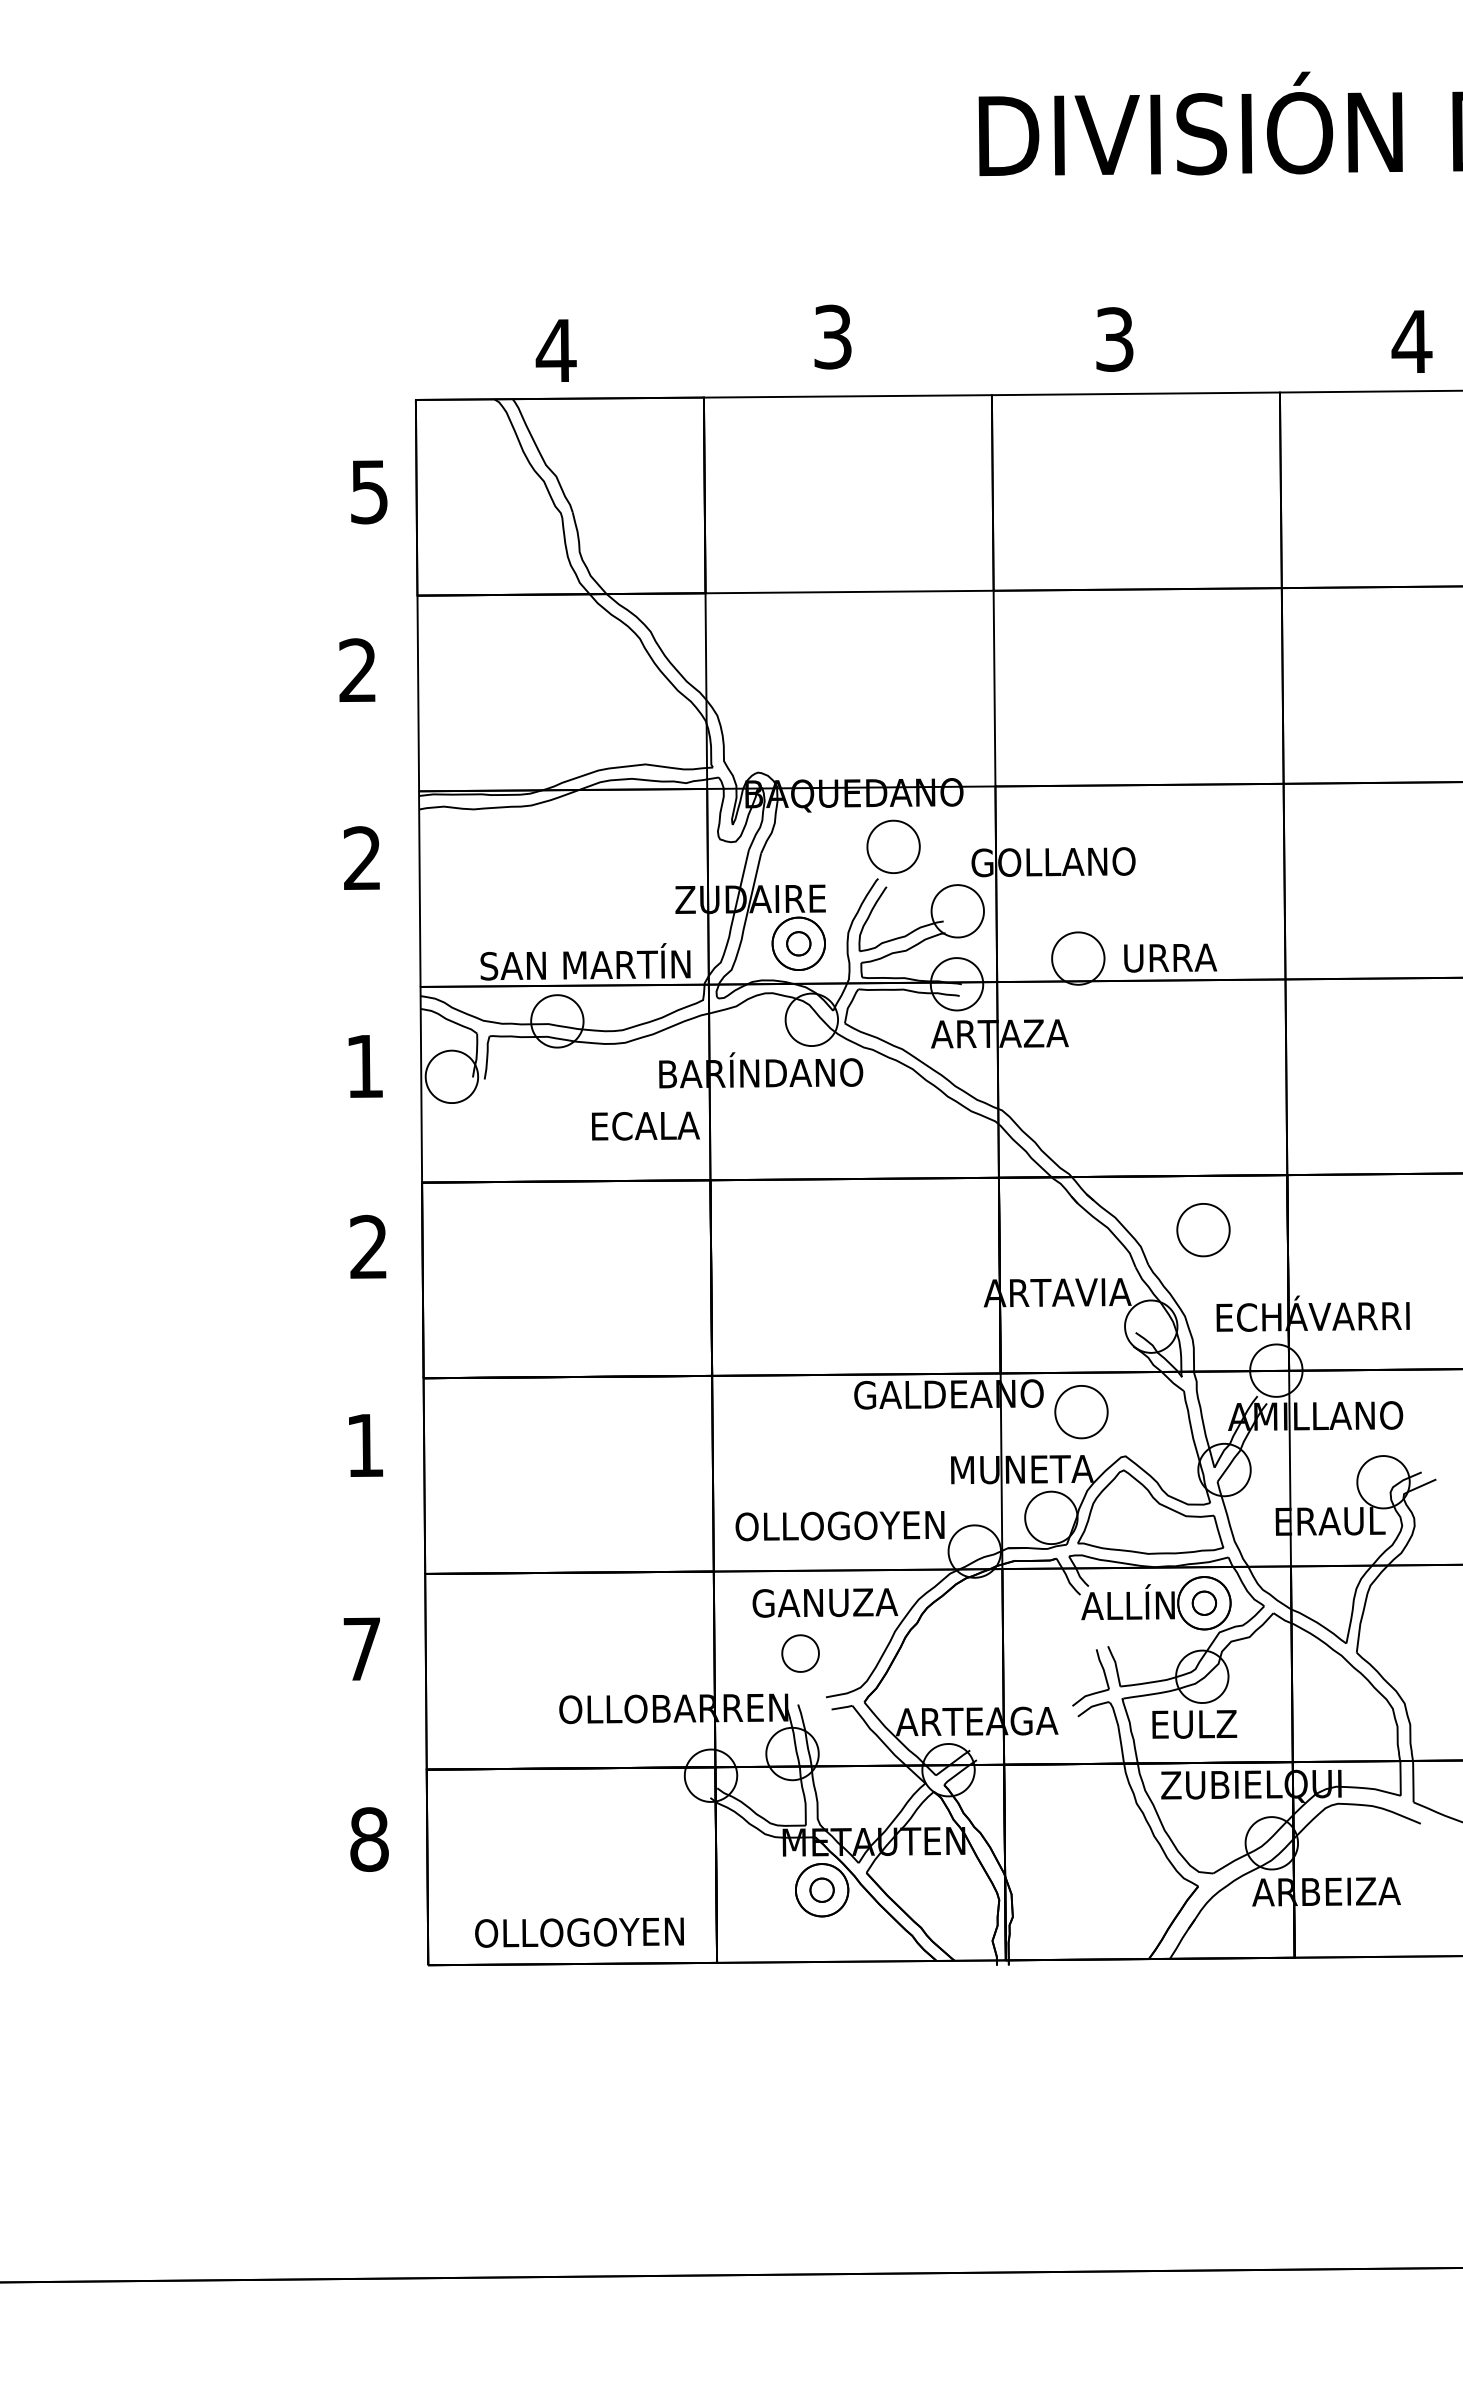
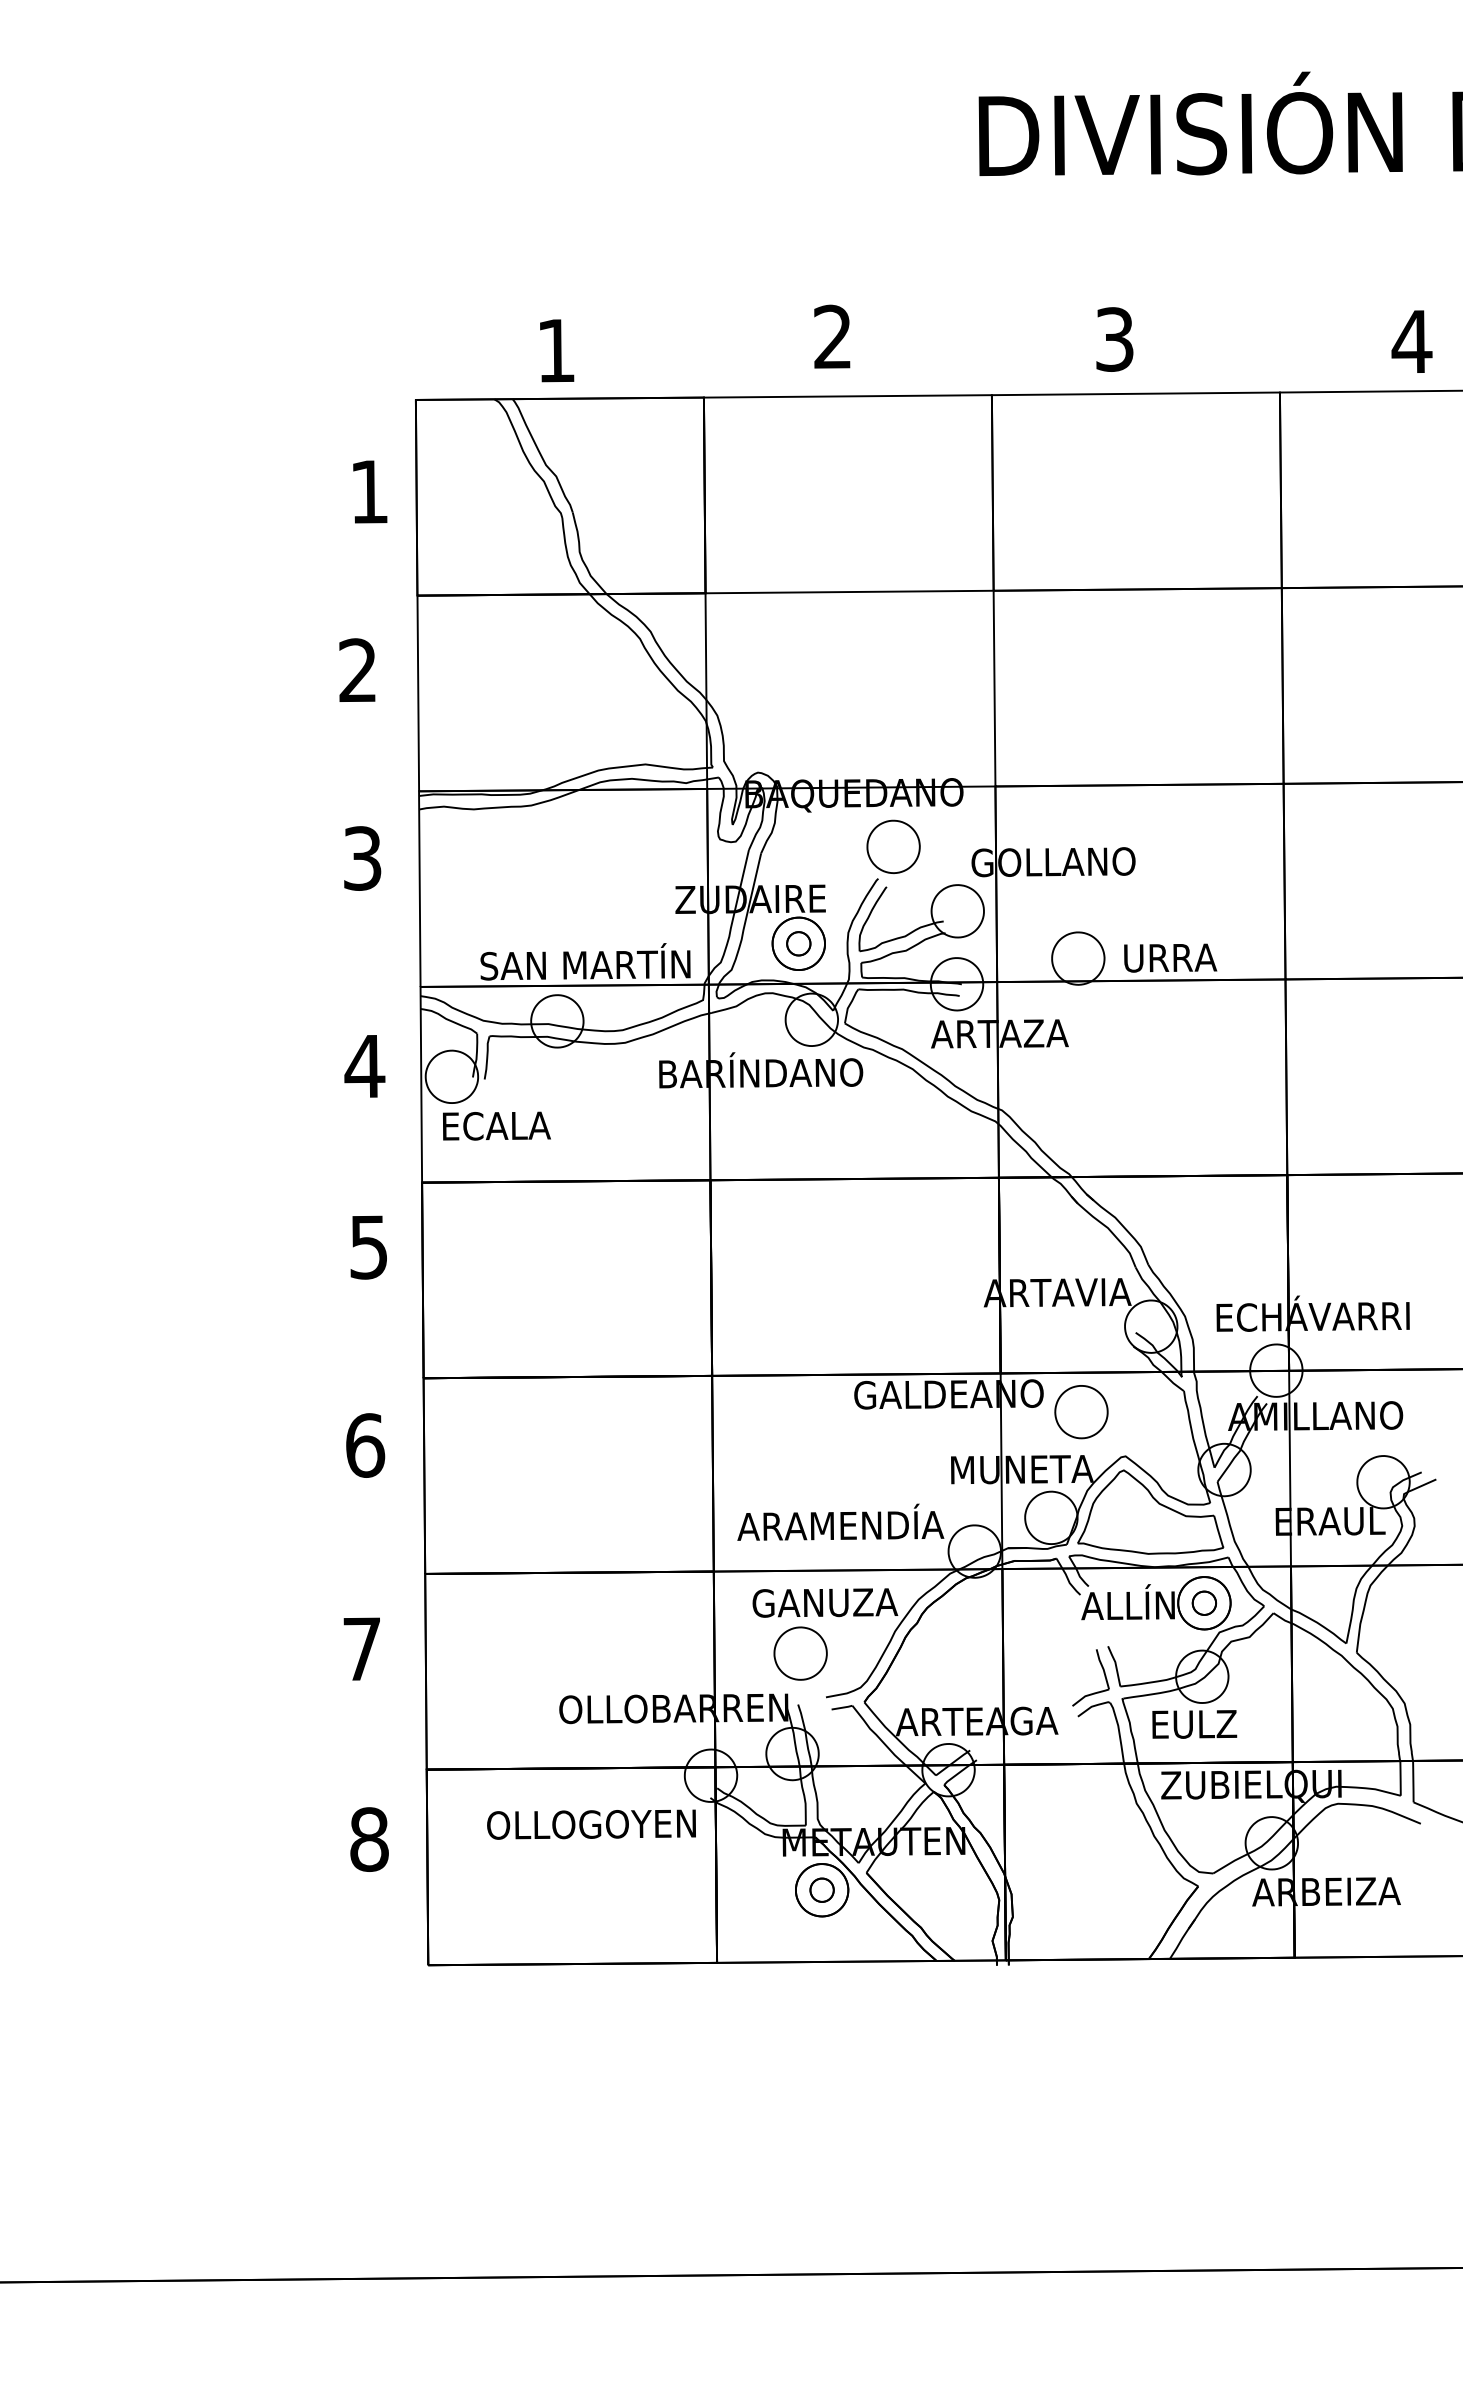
text at (832, 336): 3 -> 2
text at (555, 350): 4 -> 1
text at (369, 492): 5 -> 1
text at (362, 858): 2 -> 3
text at (364, 1066): 1 -> 4
text at (645, 1125) position: (645, 1125) -> (496, 1125)
part at (1203, 1230): present -> none
text at (368, 1246): 2 -> 5
text at (365, 1445): 1 -> 6
text at (839, 1522): OLLOGOYEN -> ARAMENDÍA
part at (800, 1653) size: 39x39 px -> 55x55 px
text at (579, 1932) position: (579, 1932) -> (591, 1824)
